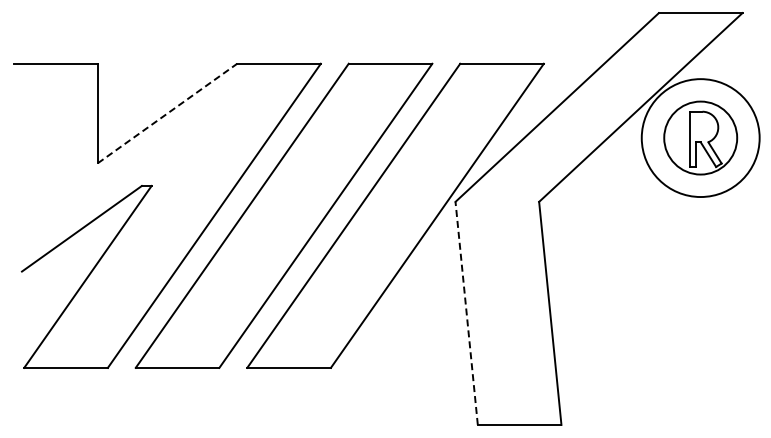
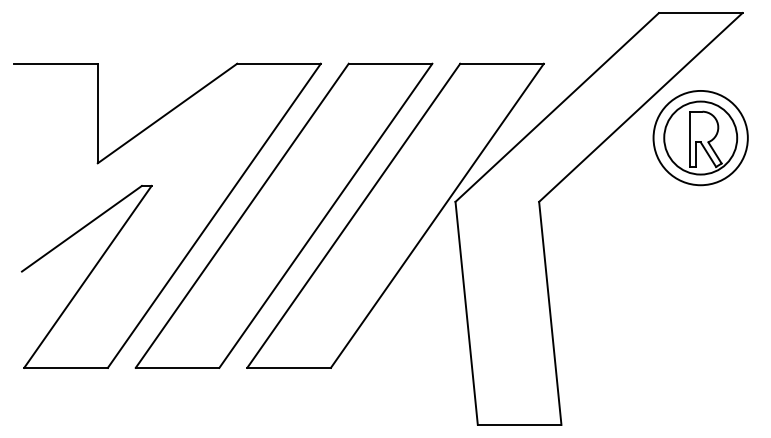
line at (167, 113): dashed -> solid
circle at (700, 138) diameter: 118 px -> 94 px
line at (466, 312): dashed -> solid
